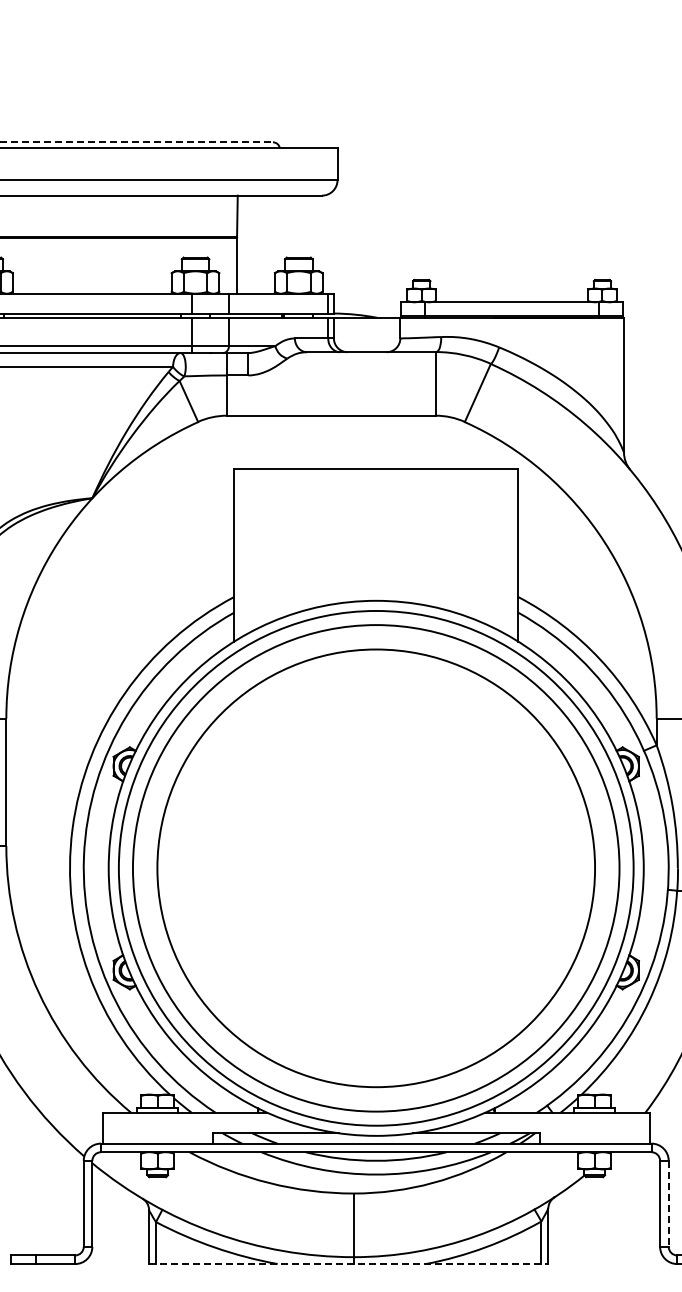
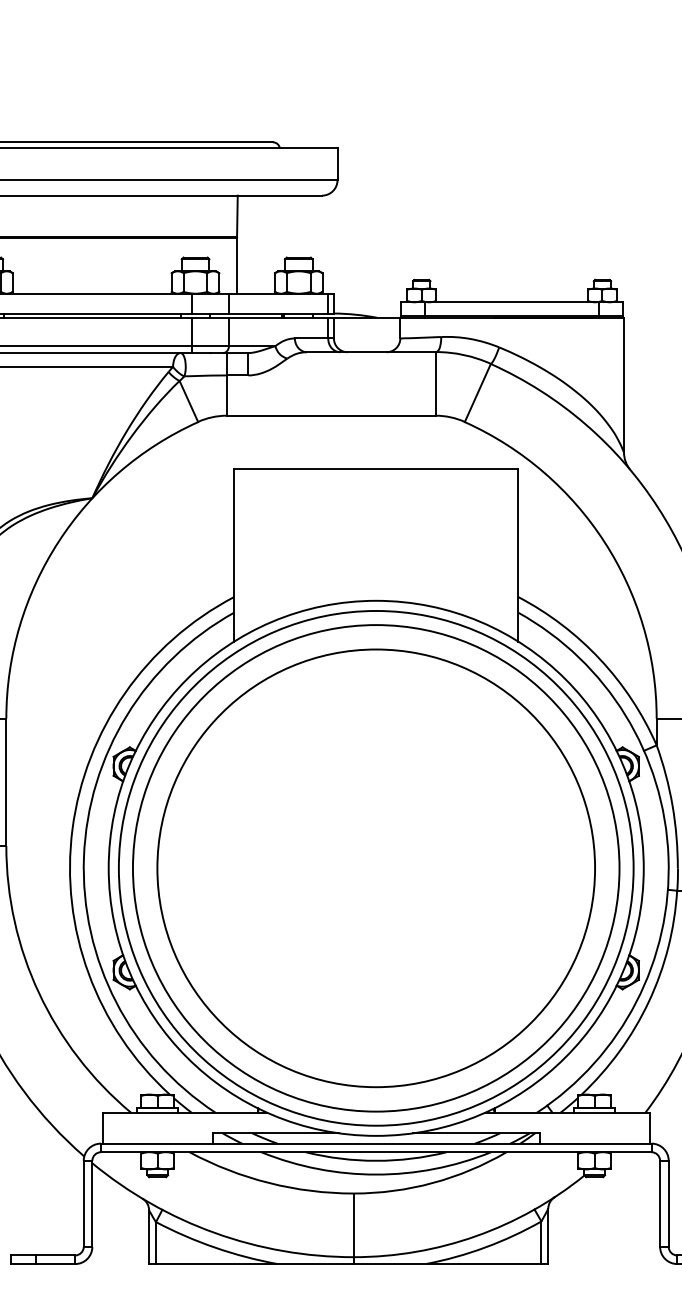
line at (137, 142): dashed -> solid
line at (668, 1204): dashed -> solid
line at (348, 1264): dashed -> solid
